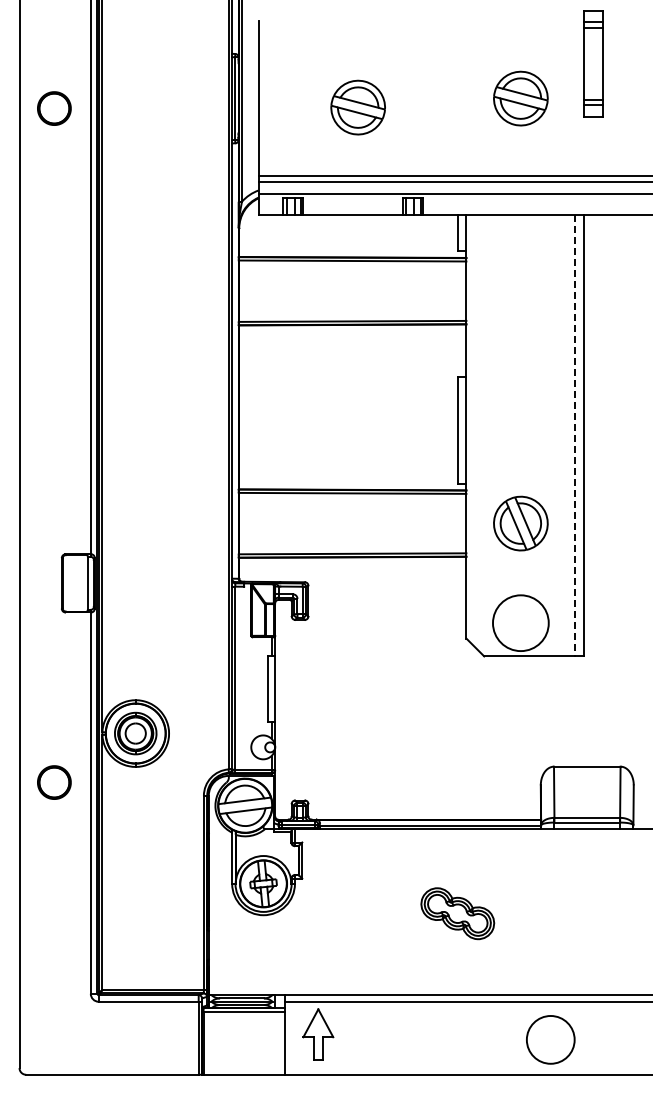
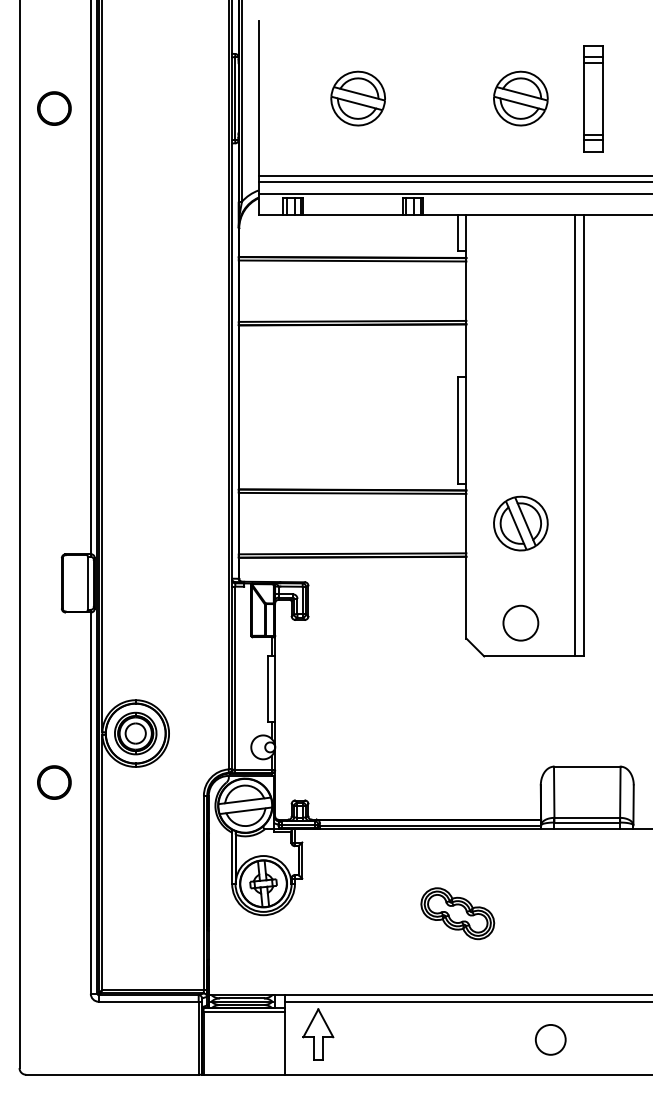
part at (593, 63) position: (593, 63) -> (593, 98)
part at (357, 107) position: (357, 107) -> (357, 98)
line at (575, 435): dashed -> solid
circle at (520, 623) diameter: 56 px -> 35 px
circle at (550, 1039) diameter: 48 px -> 30 px
